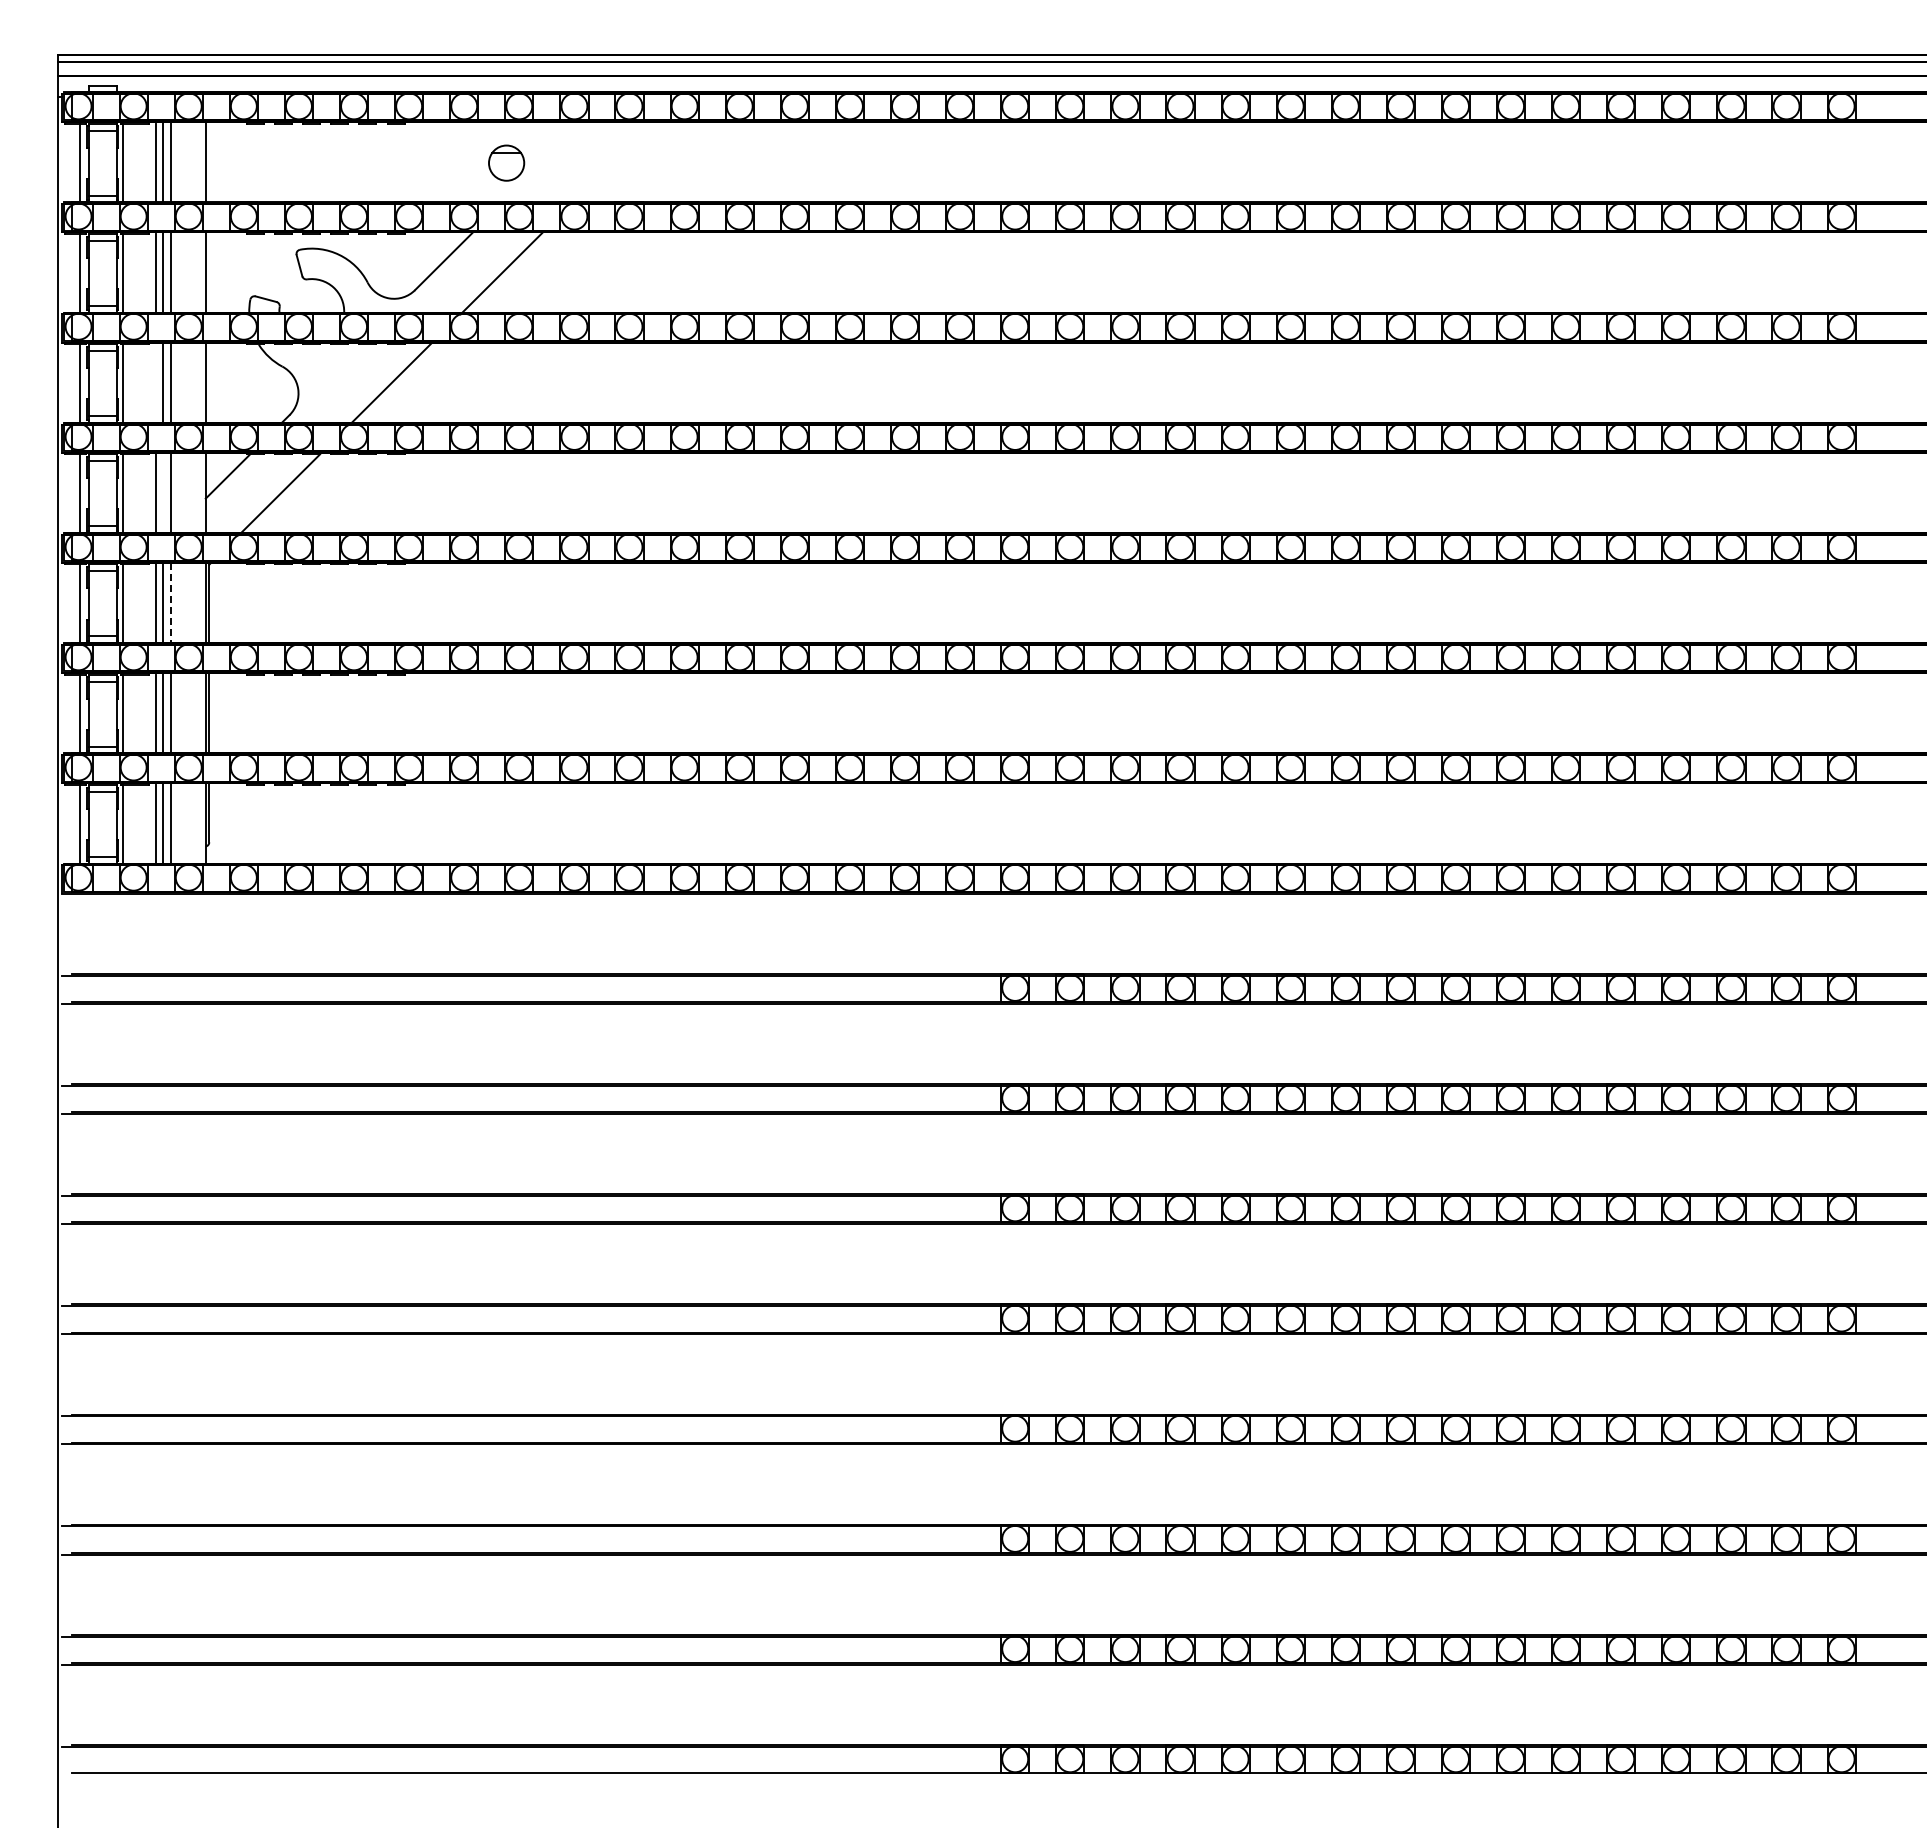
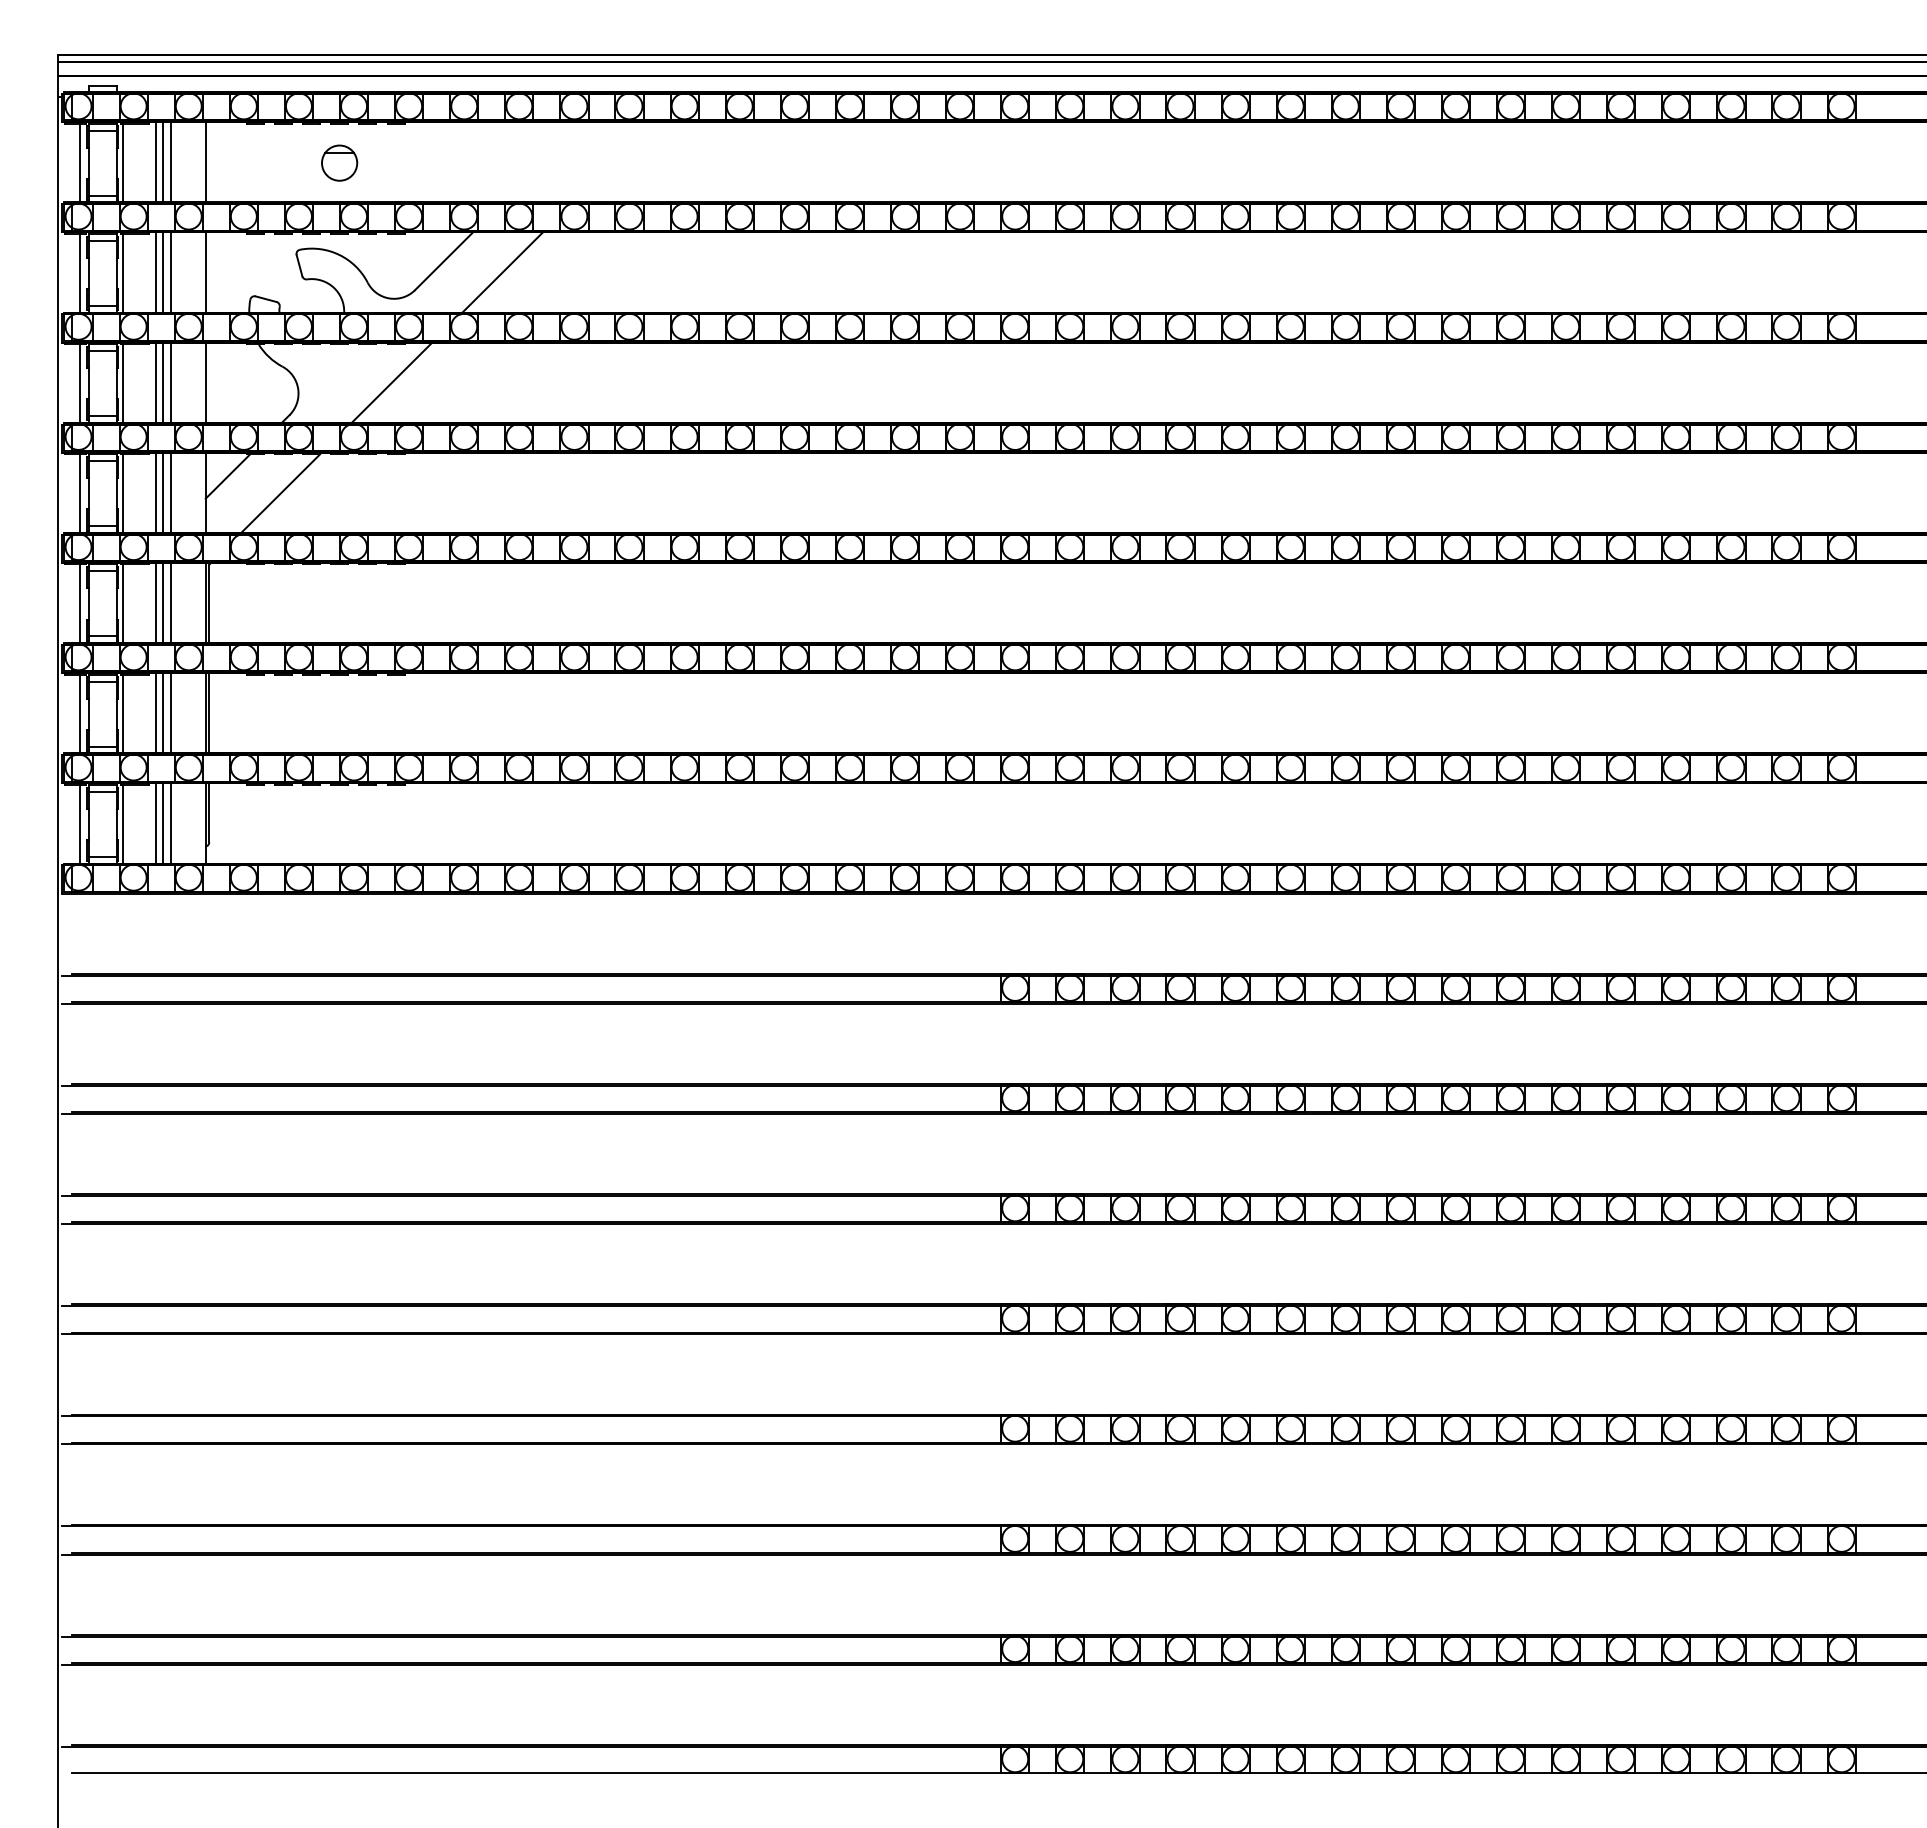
part at (506, 162) position: (506, 162) -> (339, 162)
line at (156, 383): none -> present
line at (163, 493): none -> present
line at (170, 604): dashed -> solid
